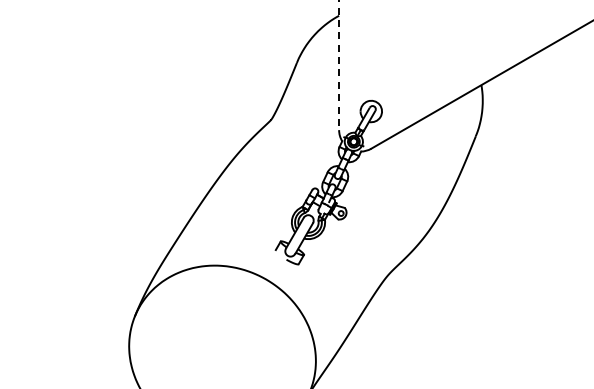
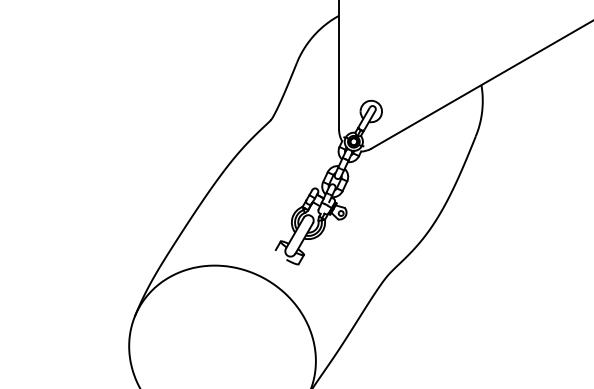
line at (339, 65): dashed -> solid
